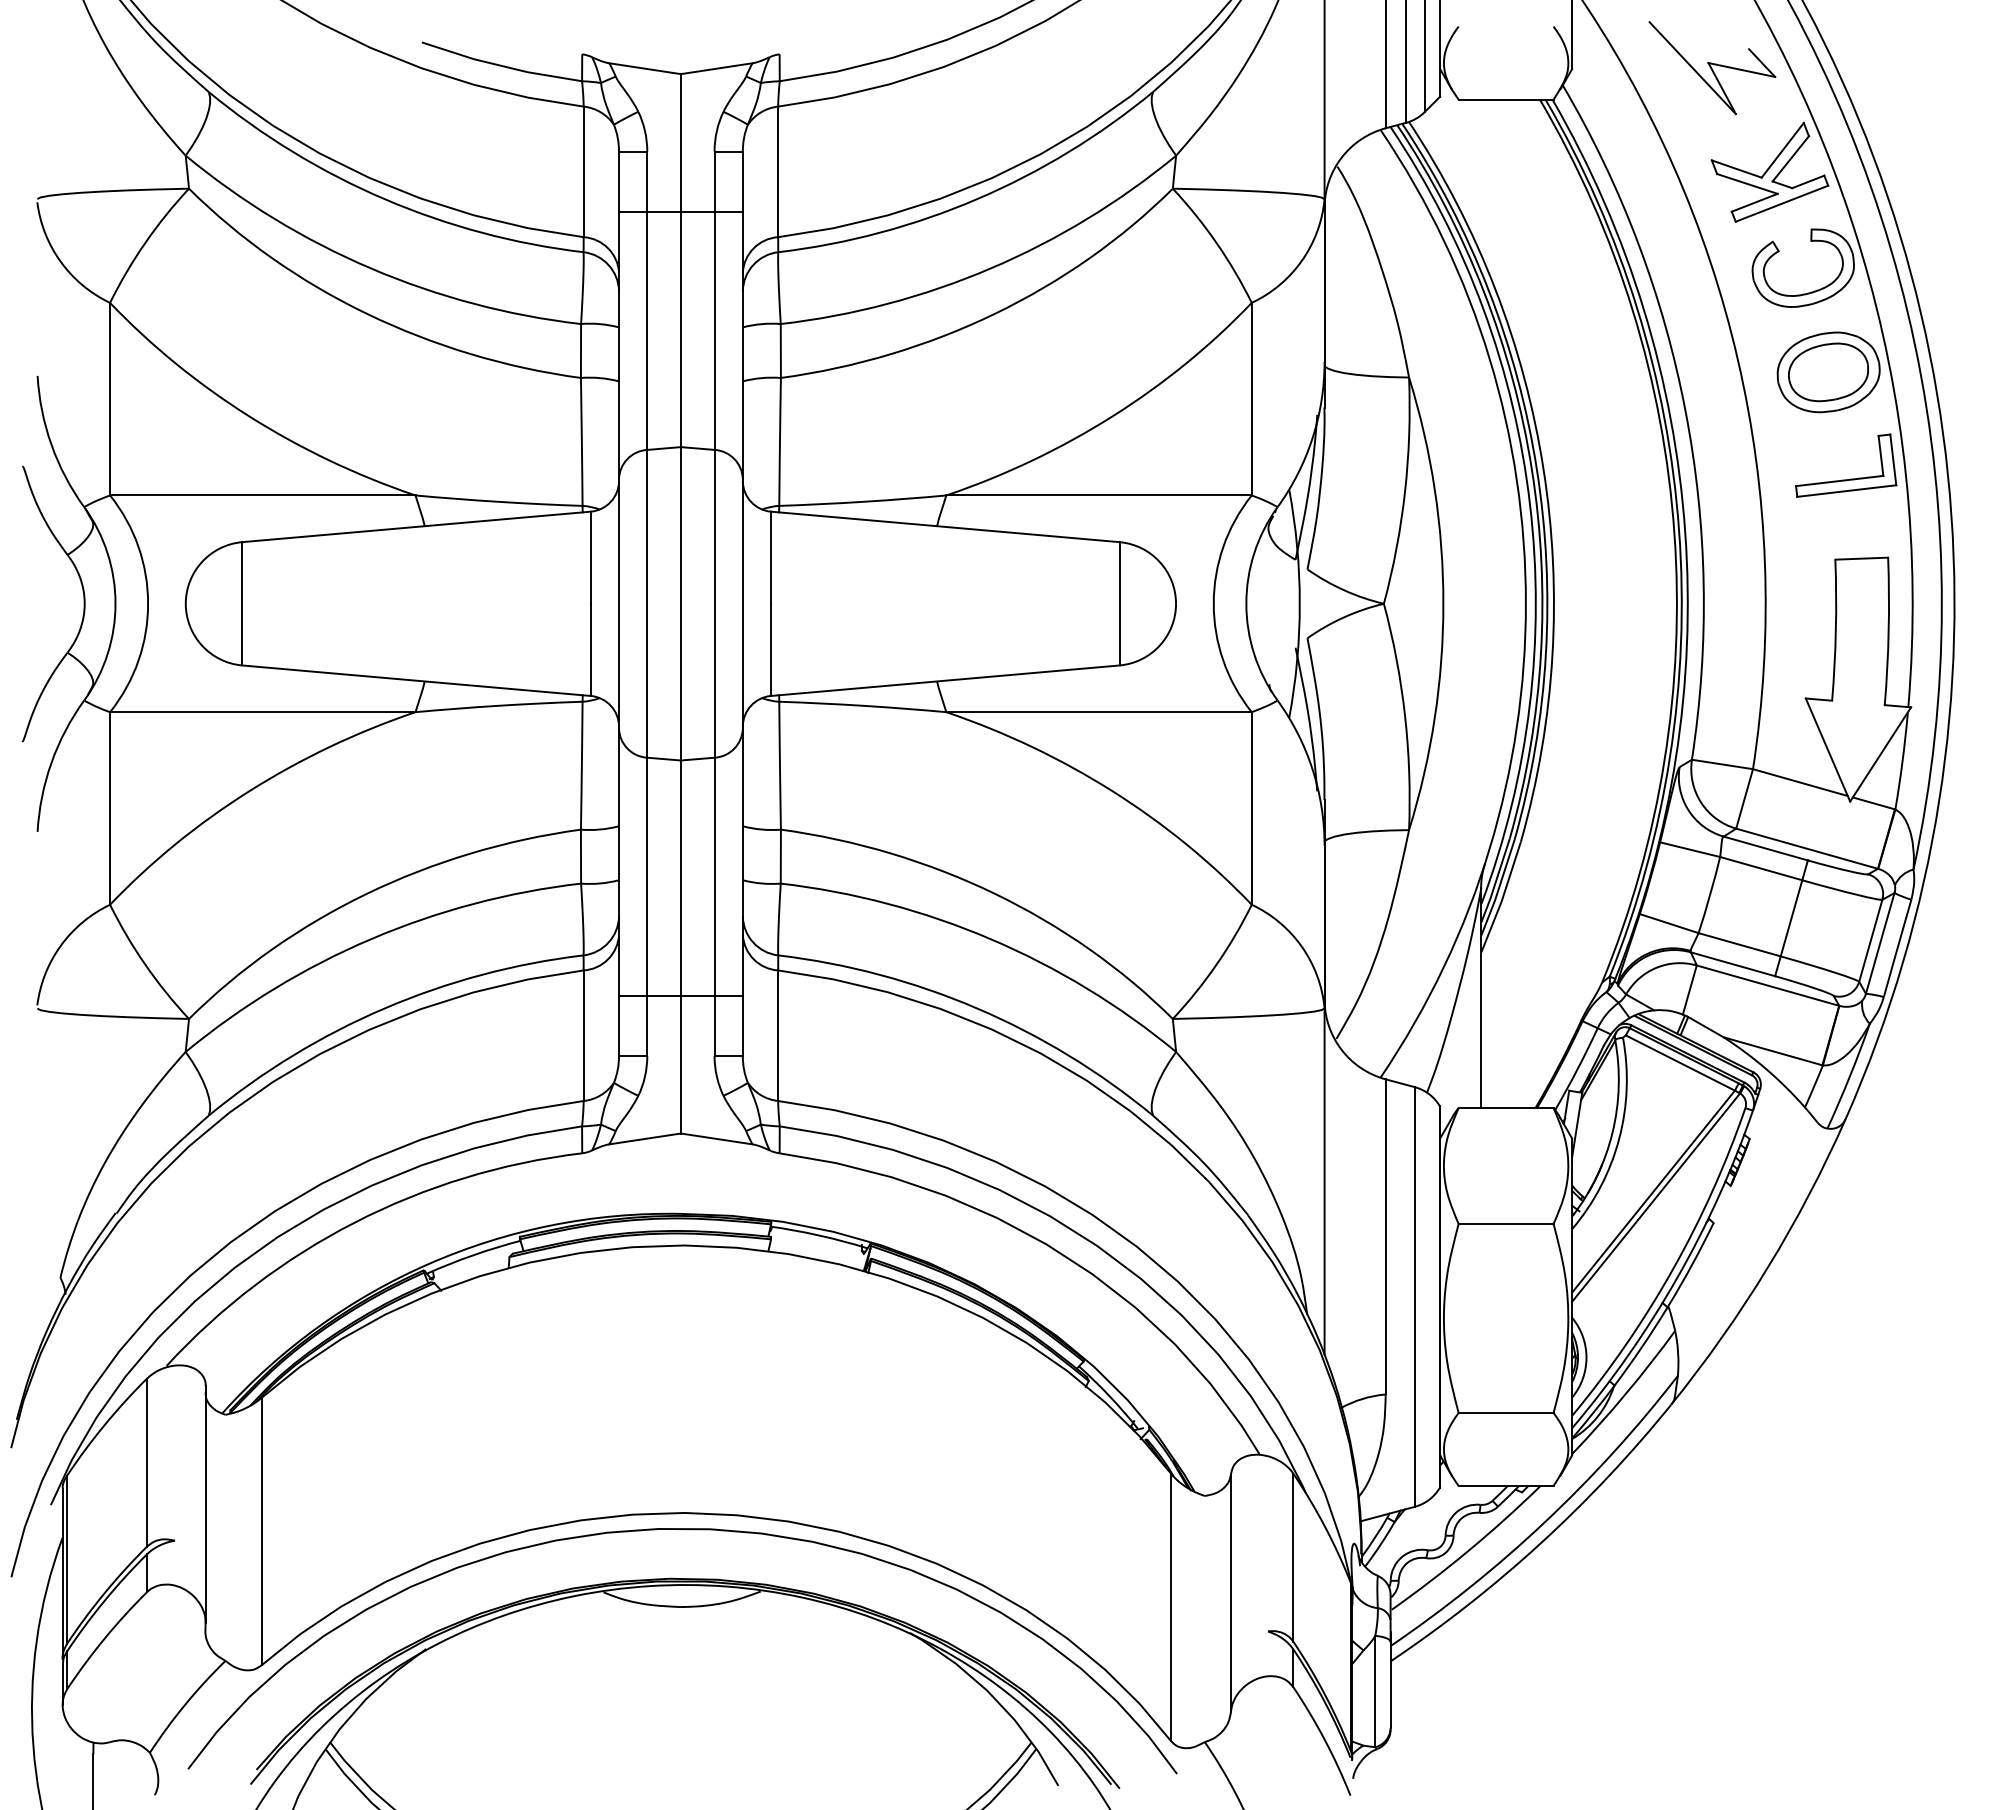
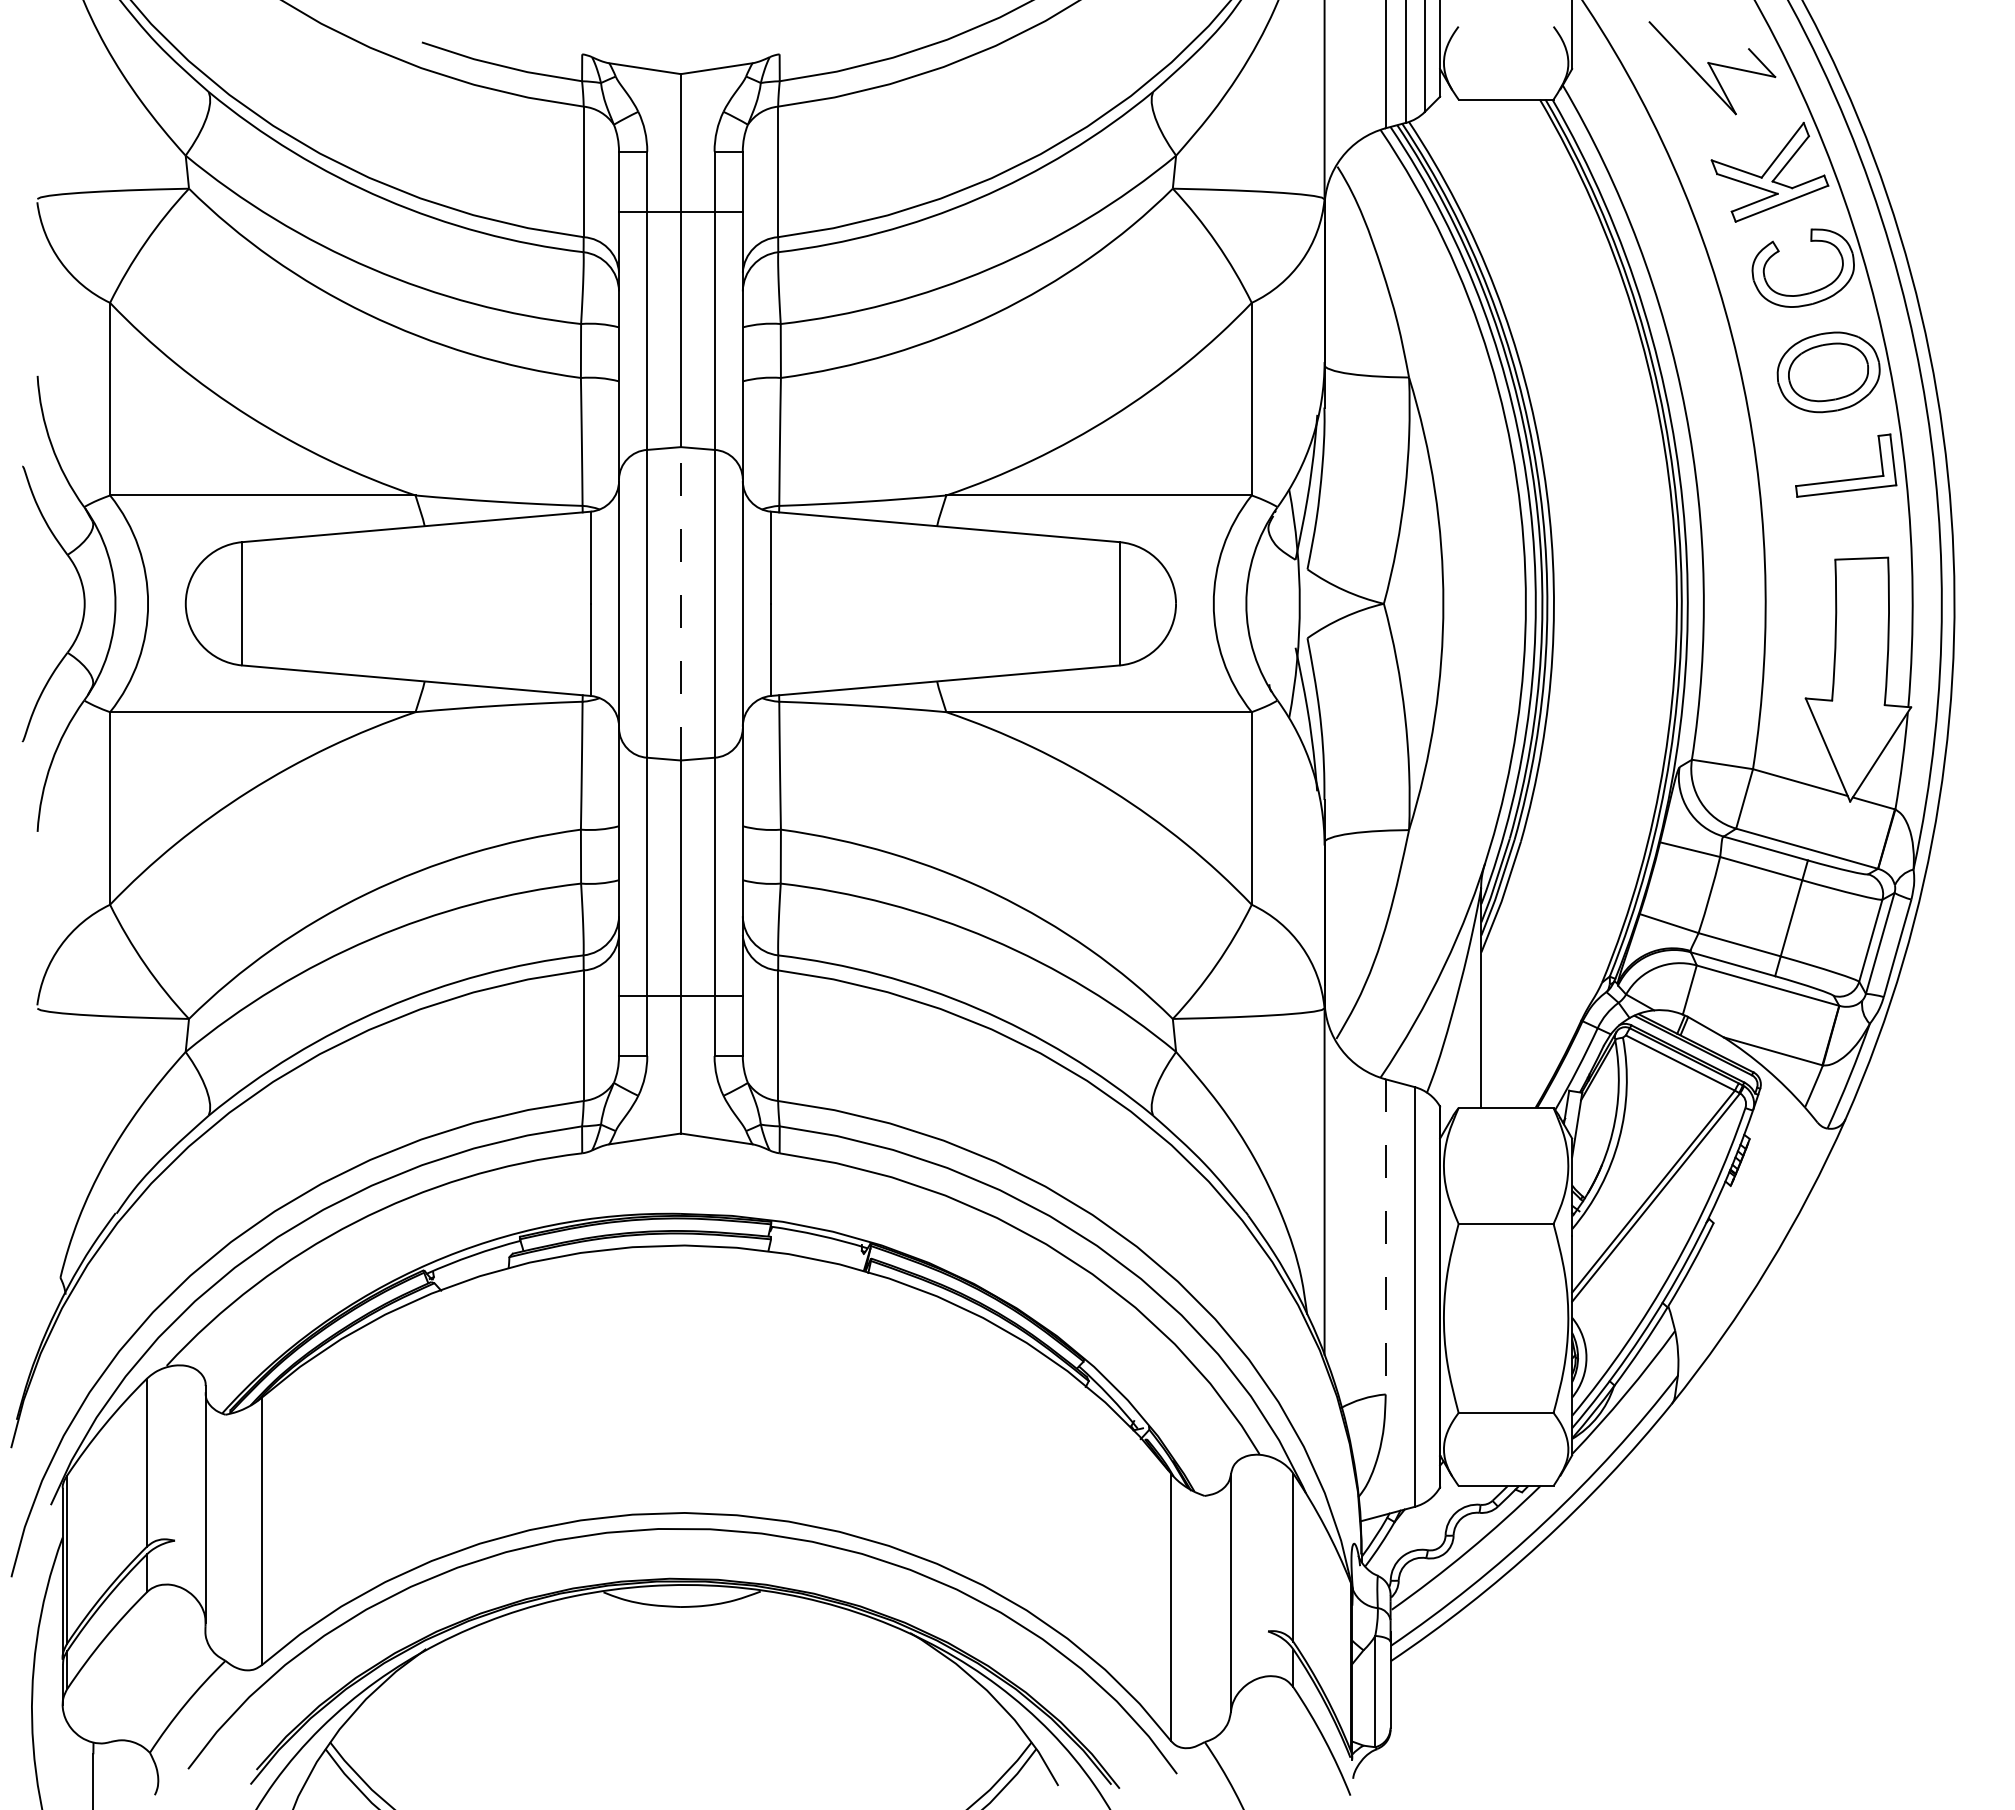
line at (680, 603): solid -> dashed
line at (1385, 1236): solid -> dashed
